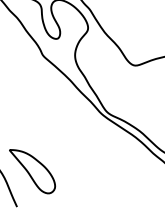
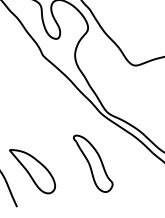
part at (93, 163): none -> present
